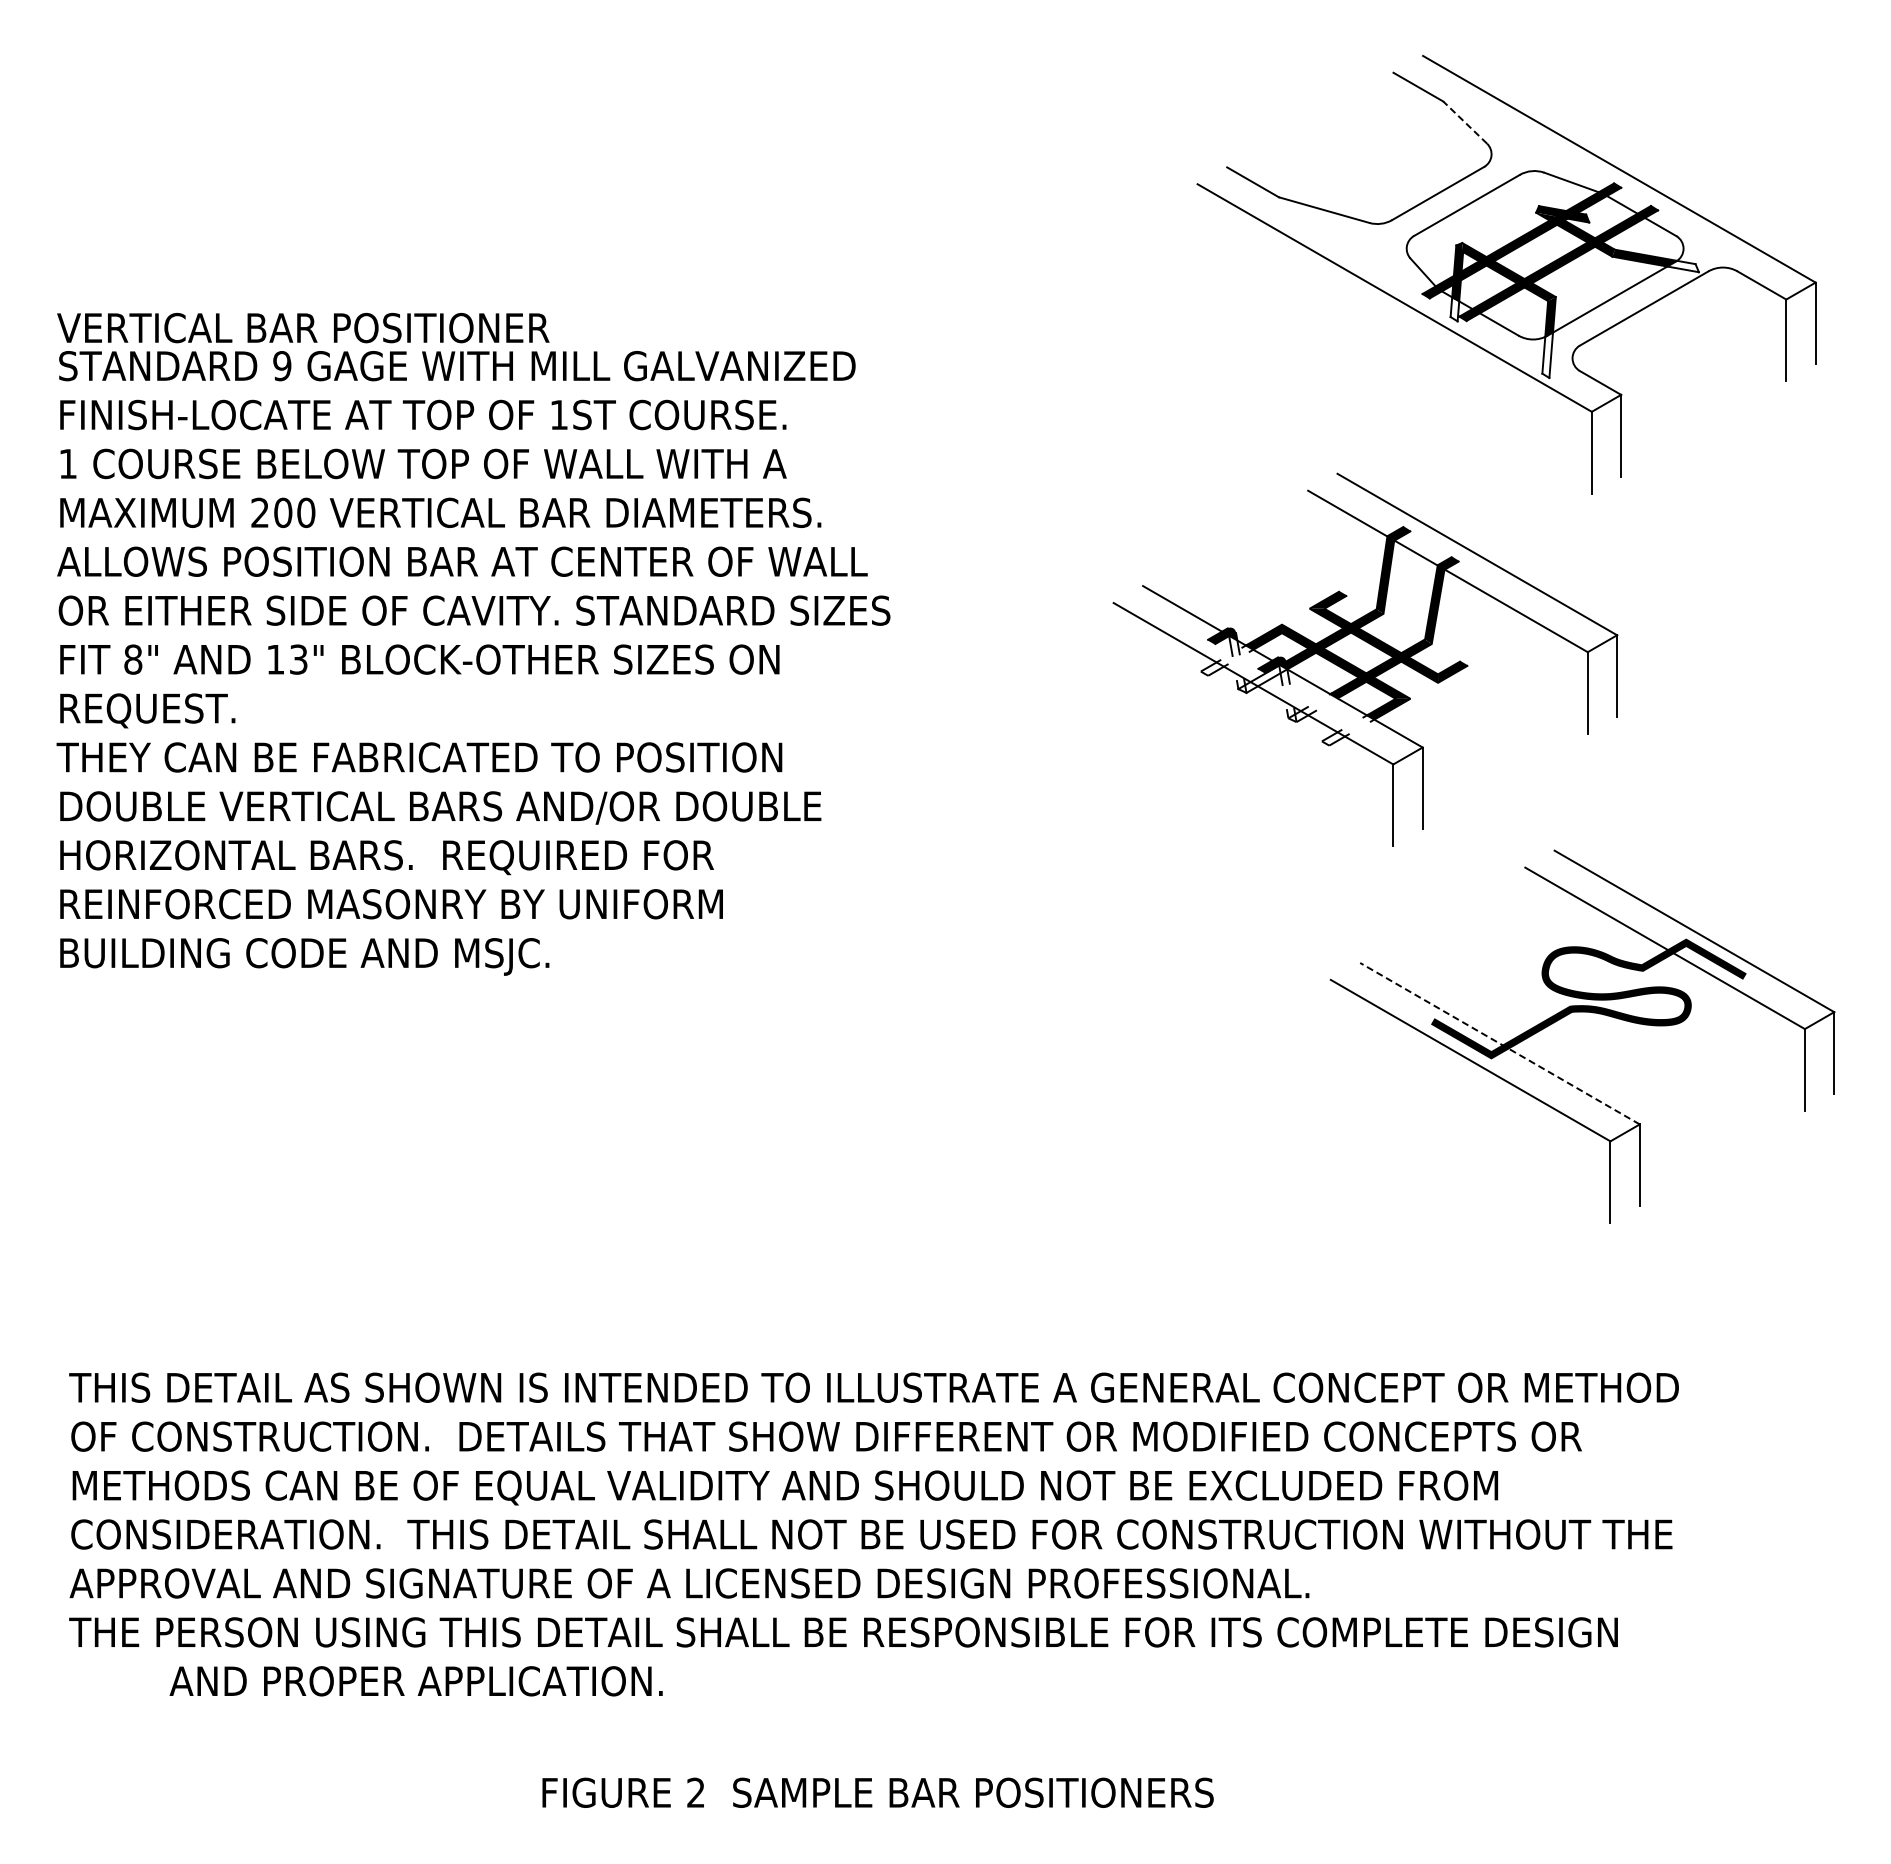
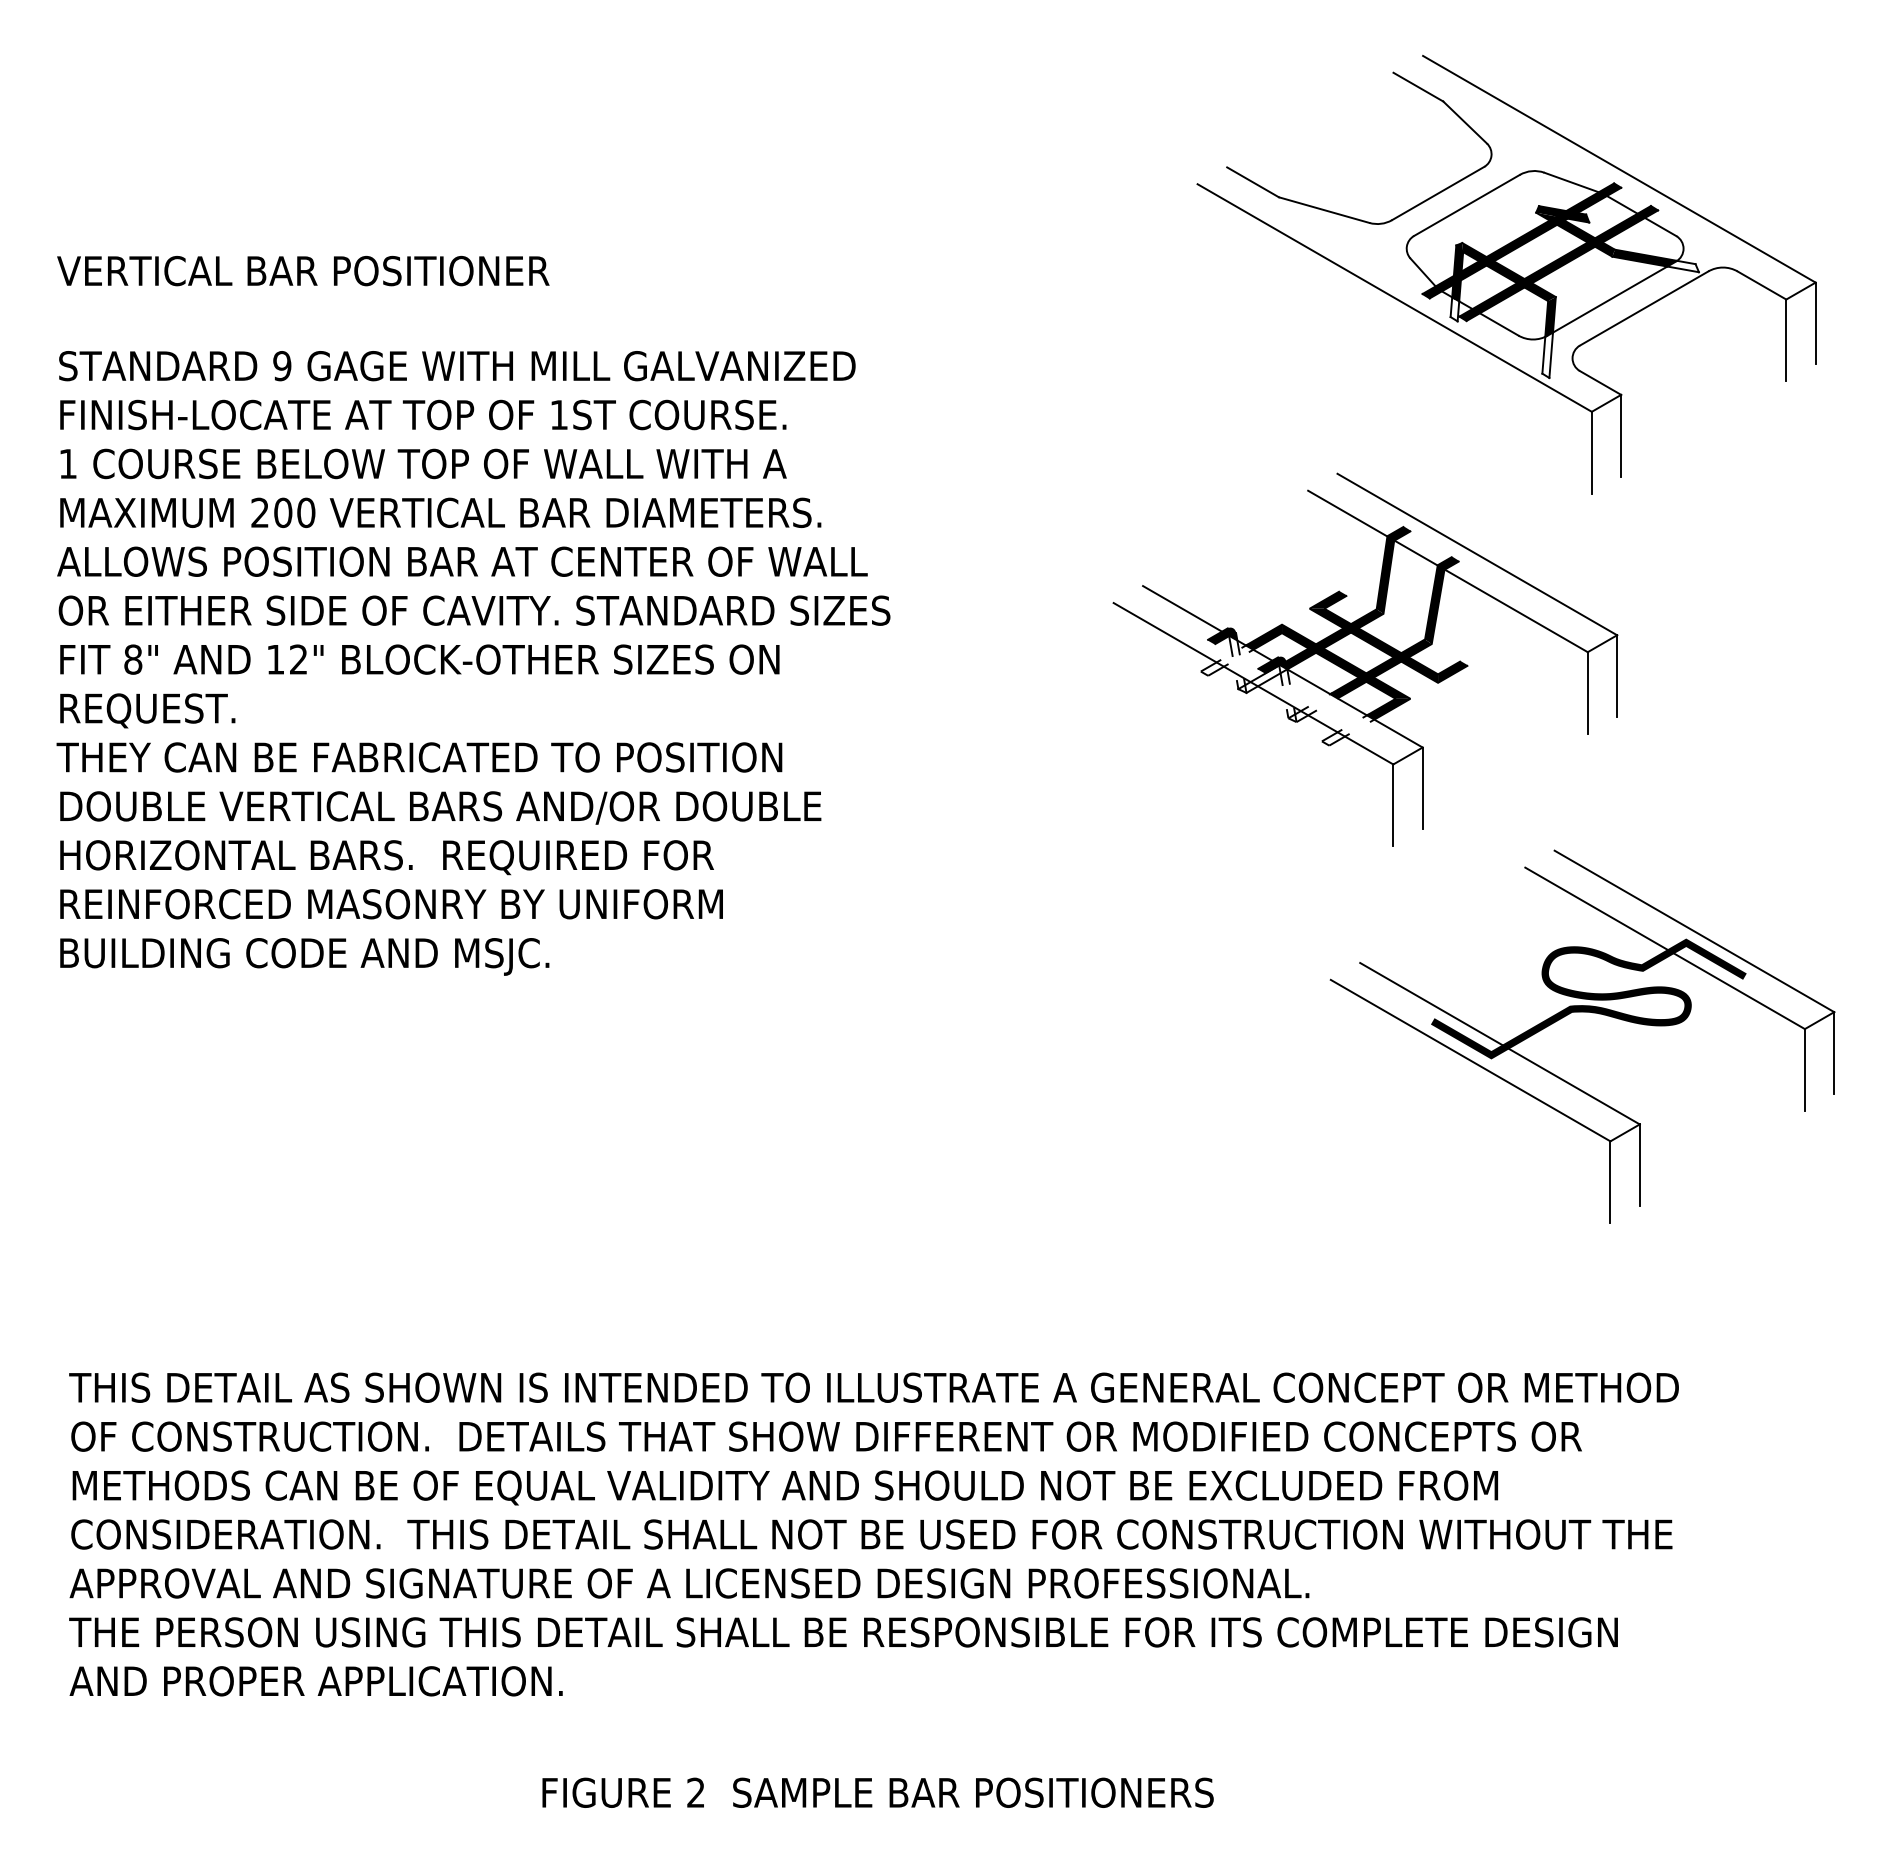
line at (1464, 122): dashed -> solid
text at (303, 327) position: (303, 327) -> (303, 270)
text at (298, 659): 13" -> 12"
line at (1499, 1043): dashed -> solid
text at (415, 1681) position: (415, 1681) -> (315, 1681)
